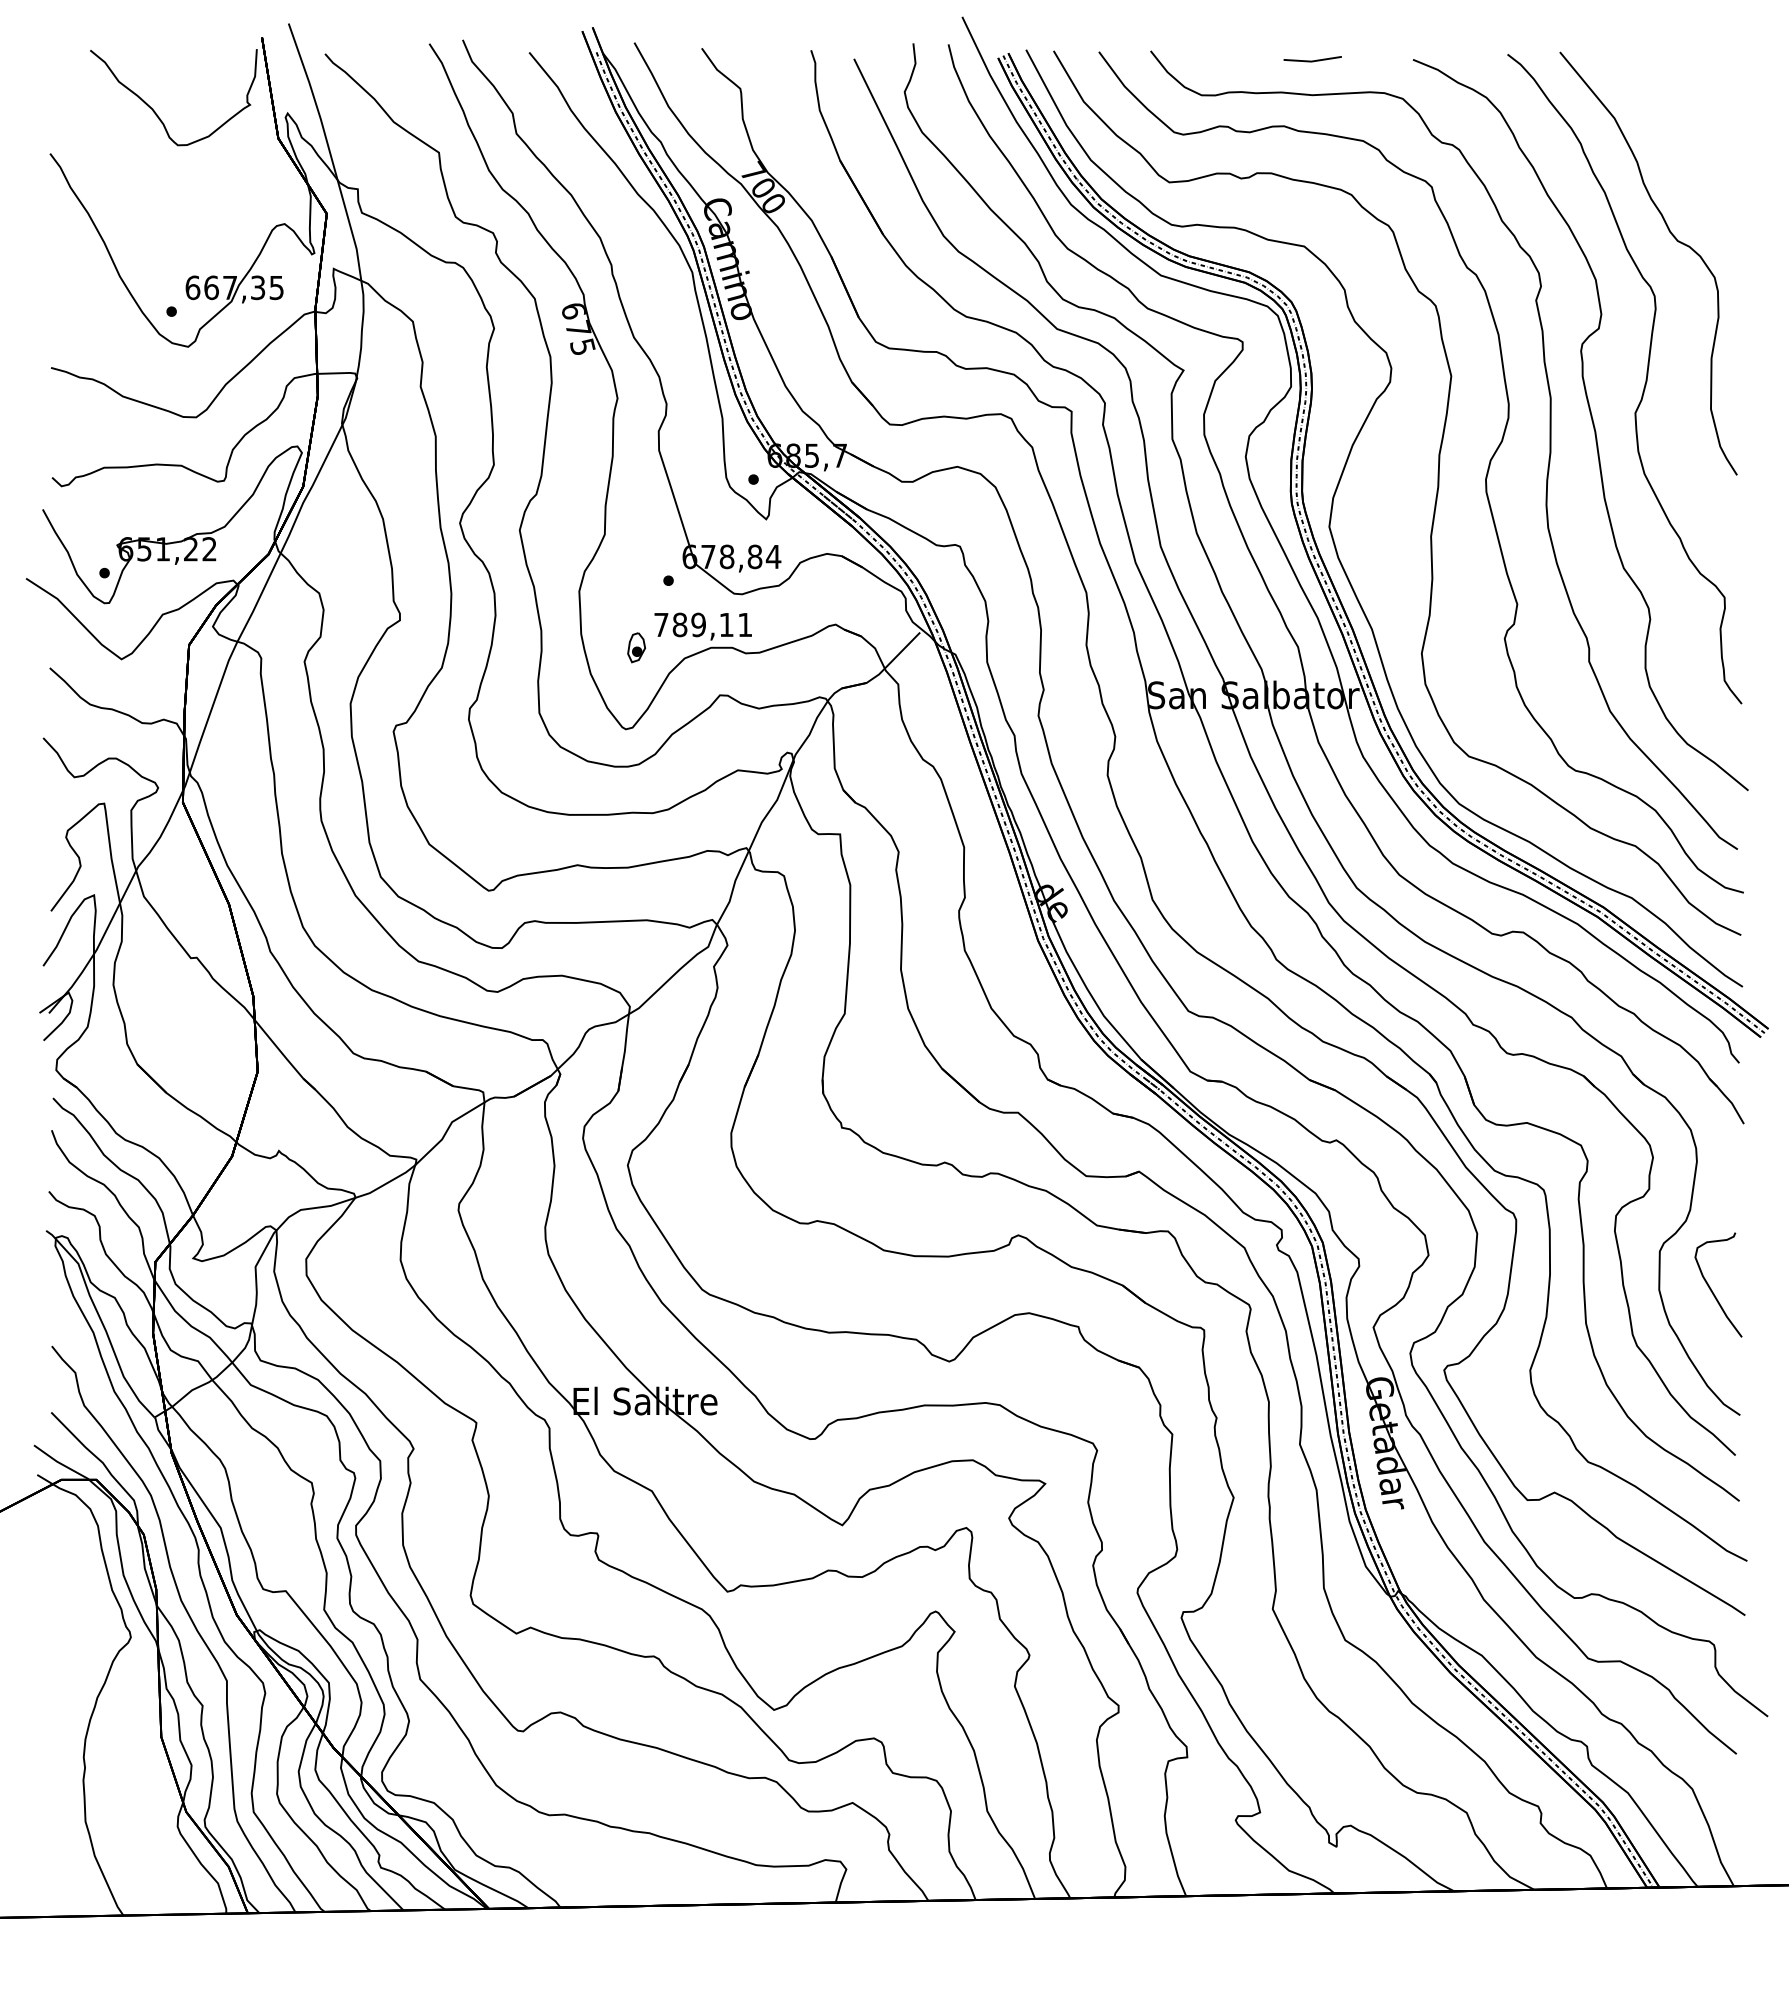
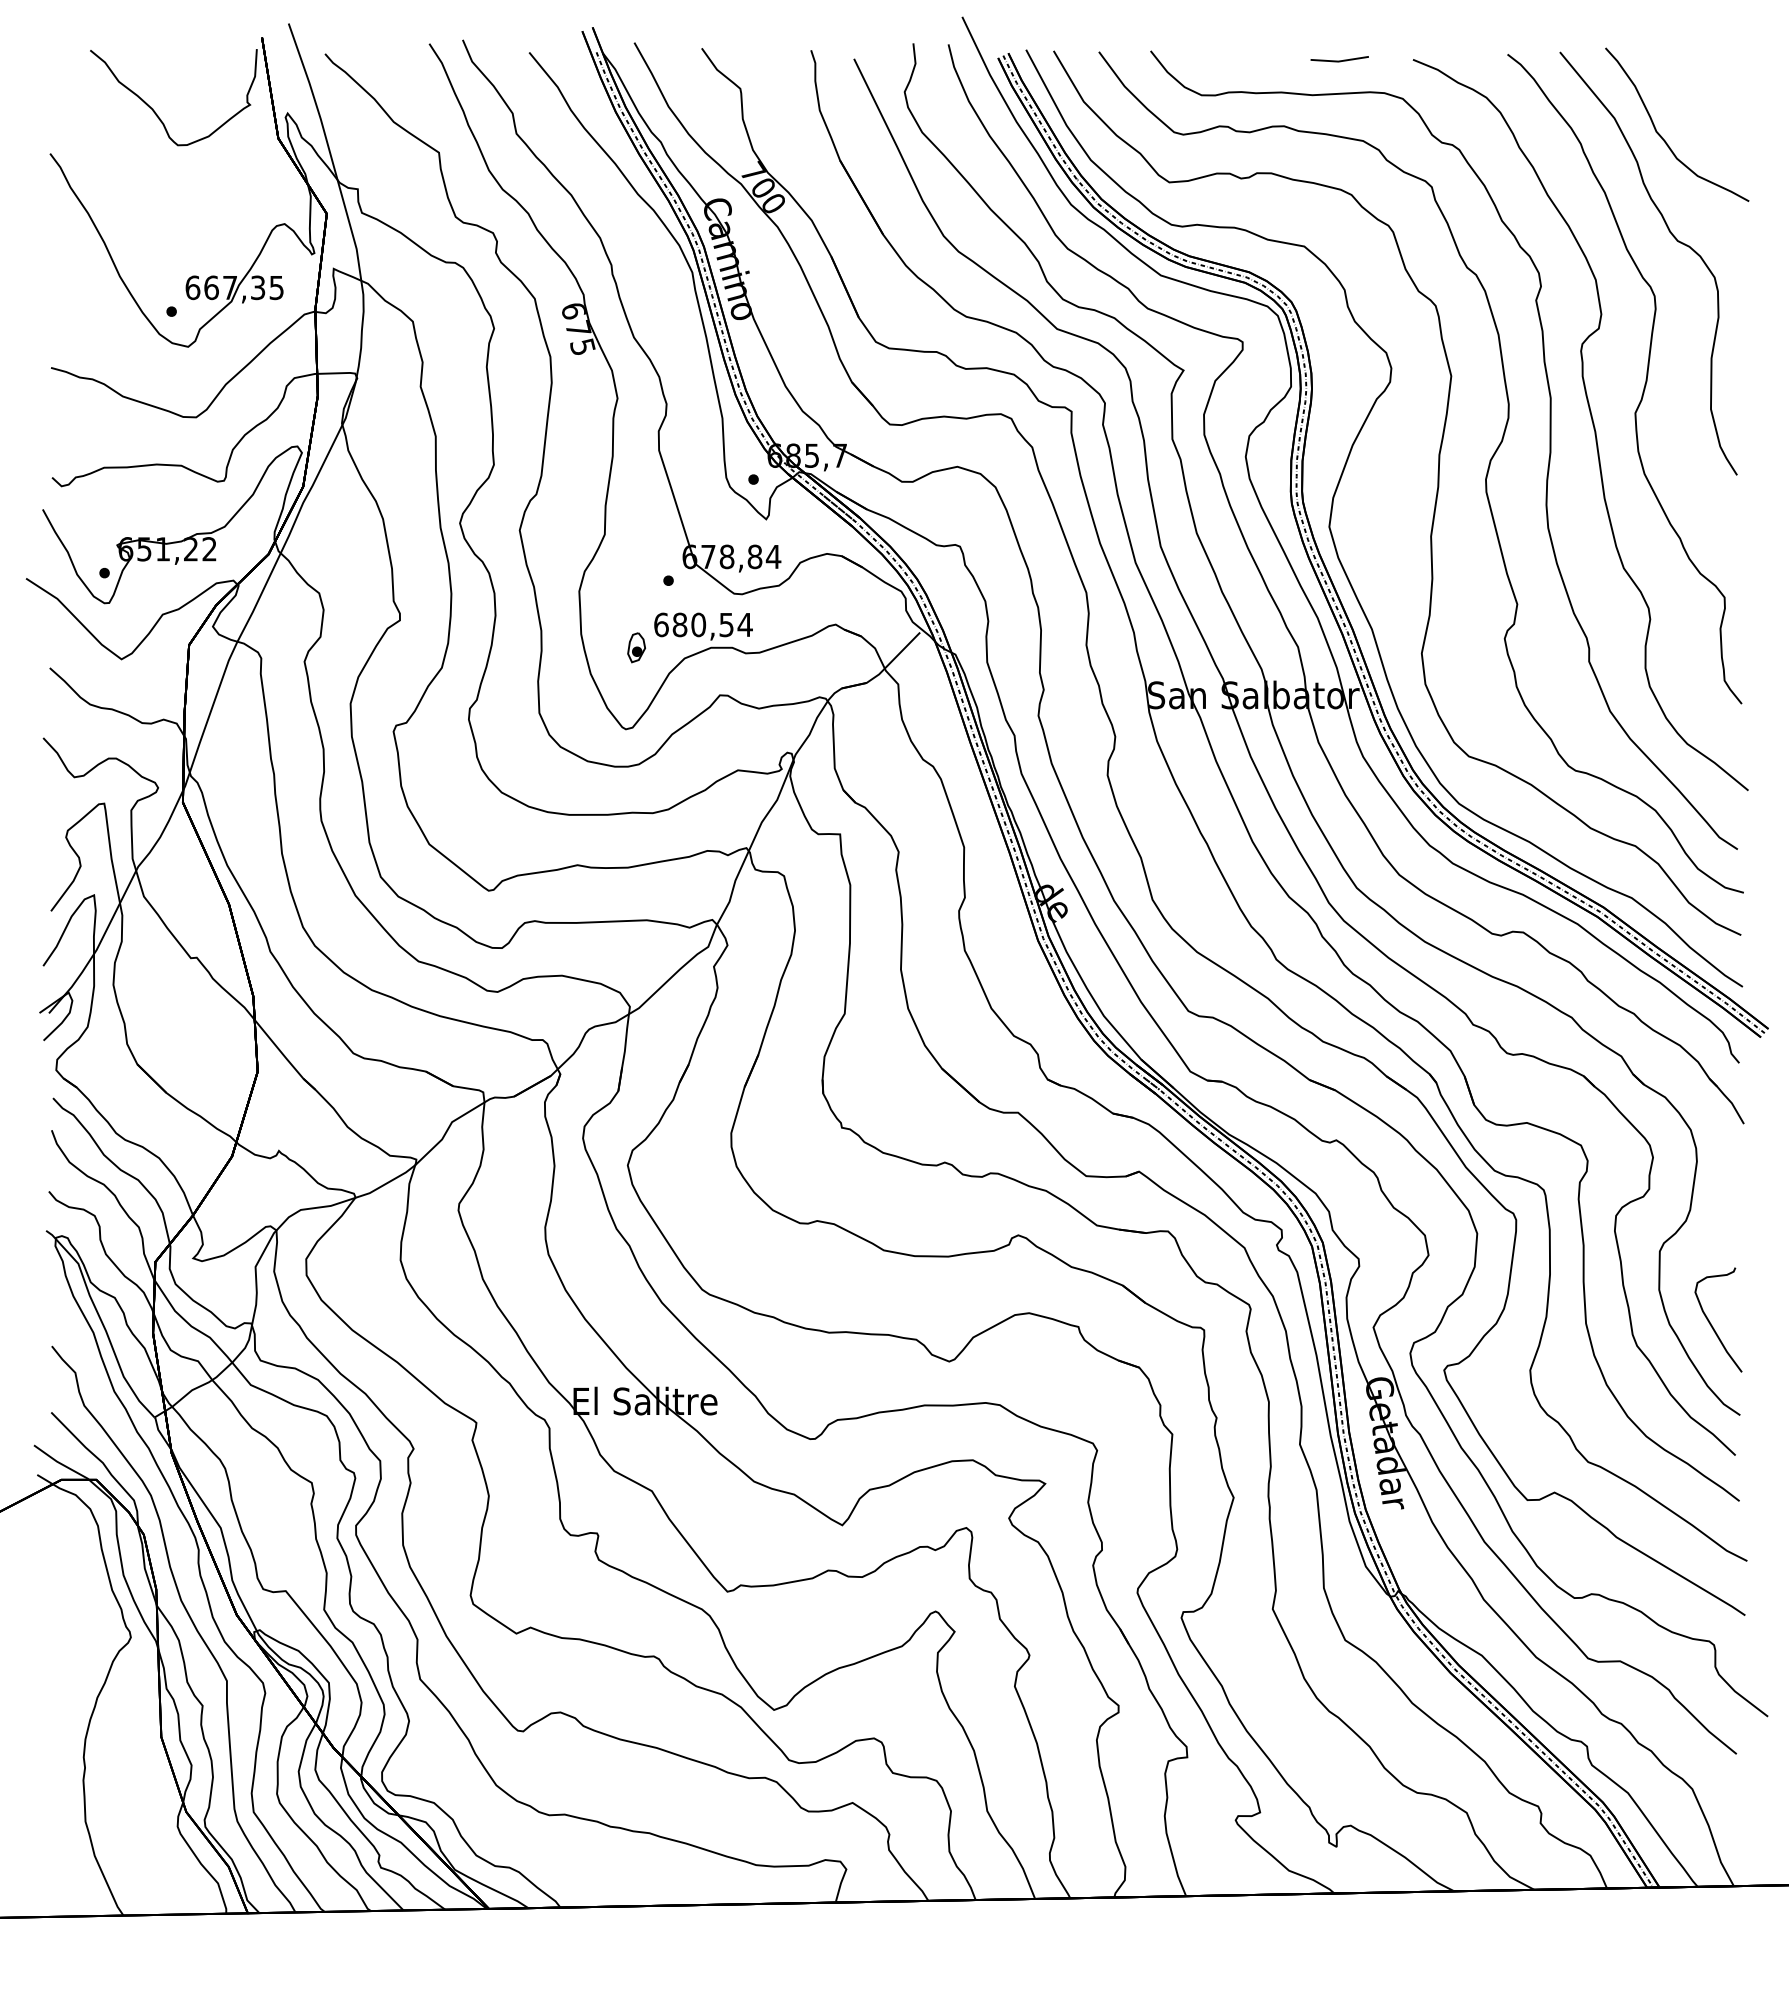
line at (1312, 60) position: (1312, 60) -> (1339, 60)
curve at (1661, 135): none -> present
text at (703, 624): 789,11 -> 680,54
curve at (1711, 1288) position: (1711, 1288) -> (1711, 1323)
